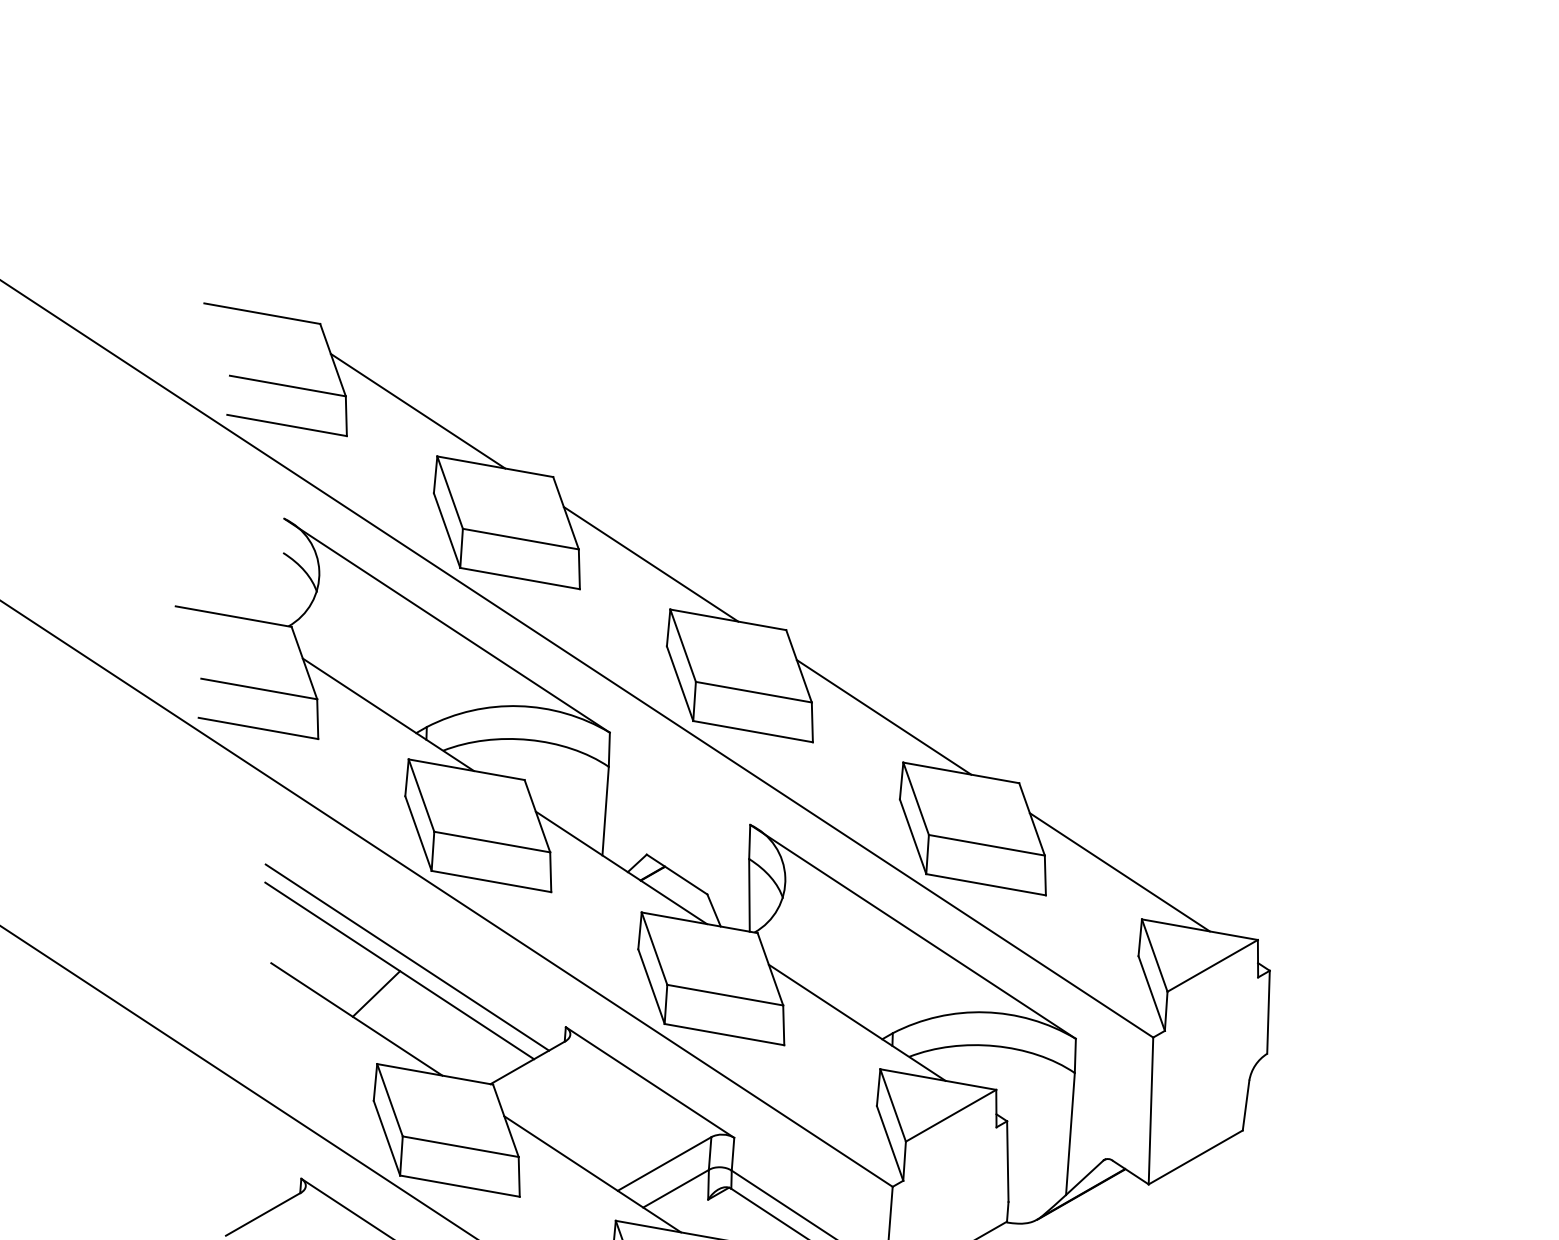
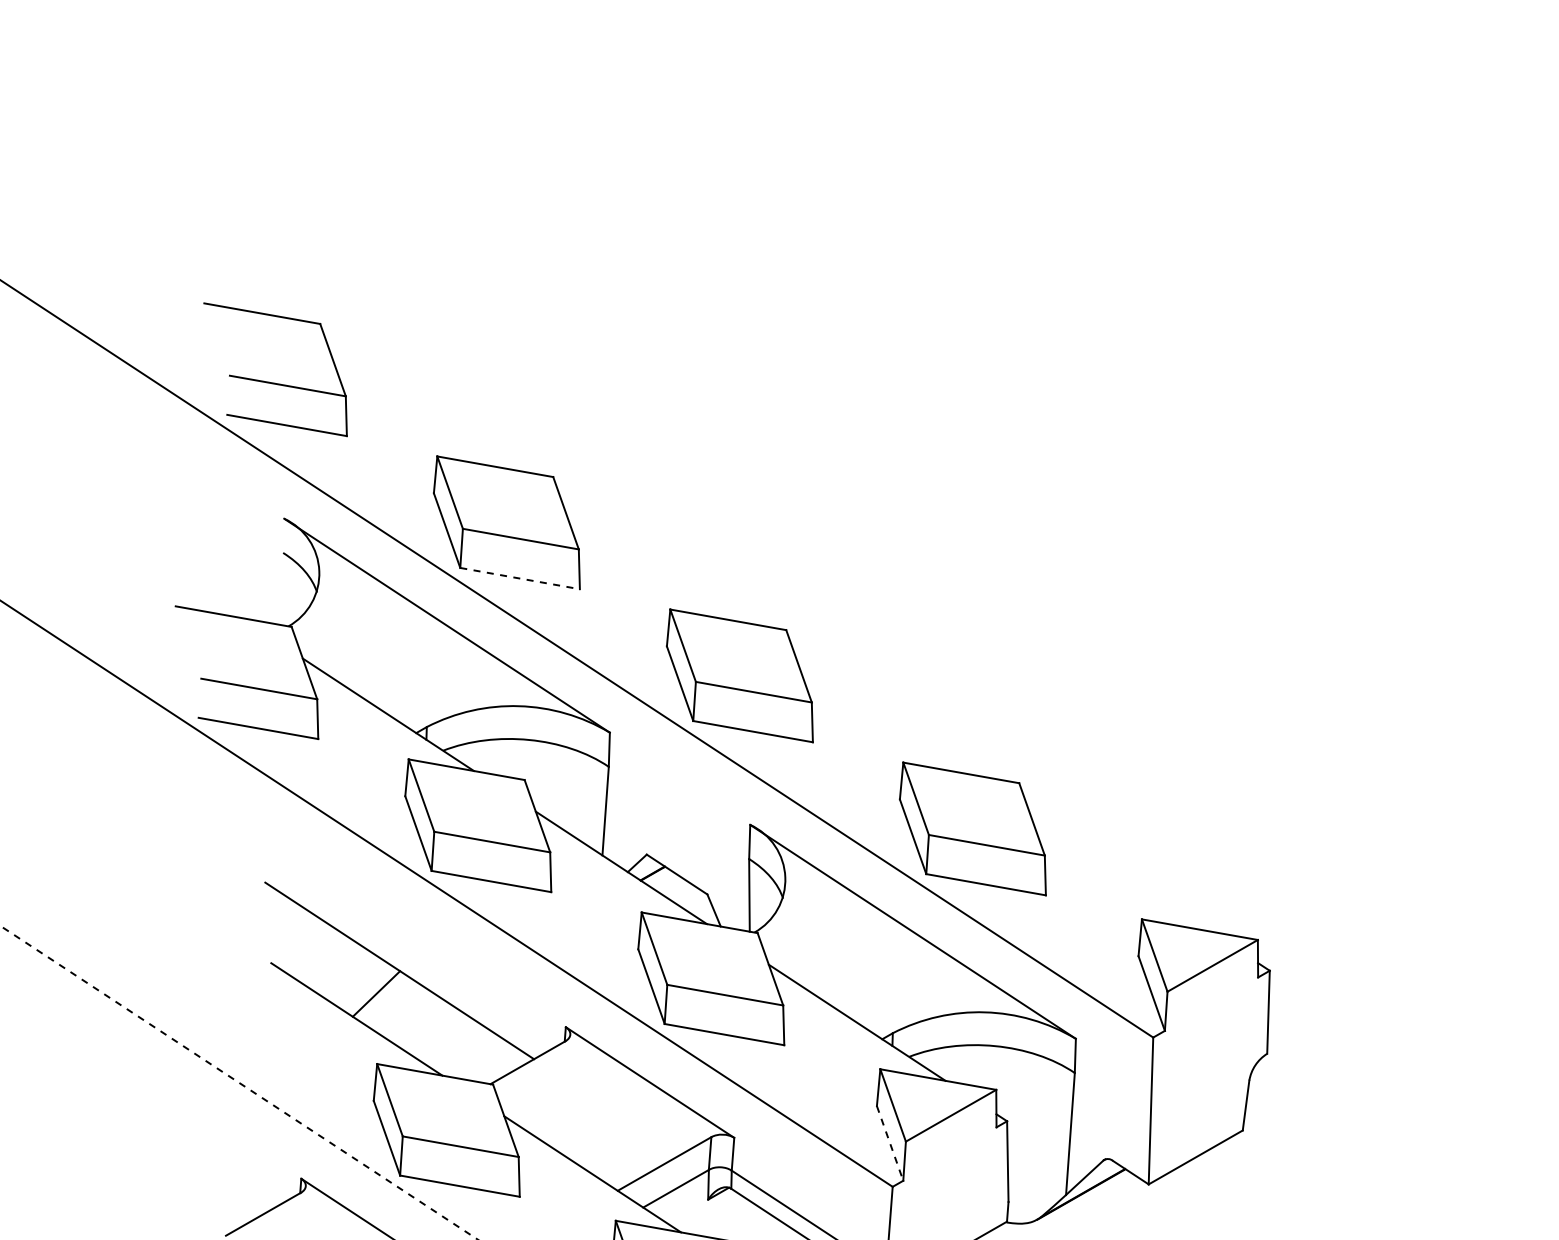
line at (417, 410): present -> none
line at (650, 564): present -> none
line at (520, 578): solid -> dashed
line at (883, 717): present -> none
line at (1119, 872): present -> none
line at (407, 957): present -> none
line at (238, 1082): solid -> dashed
line at (890, 1143): solid -> dashed
